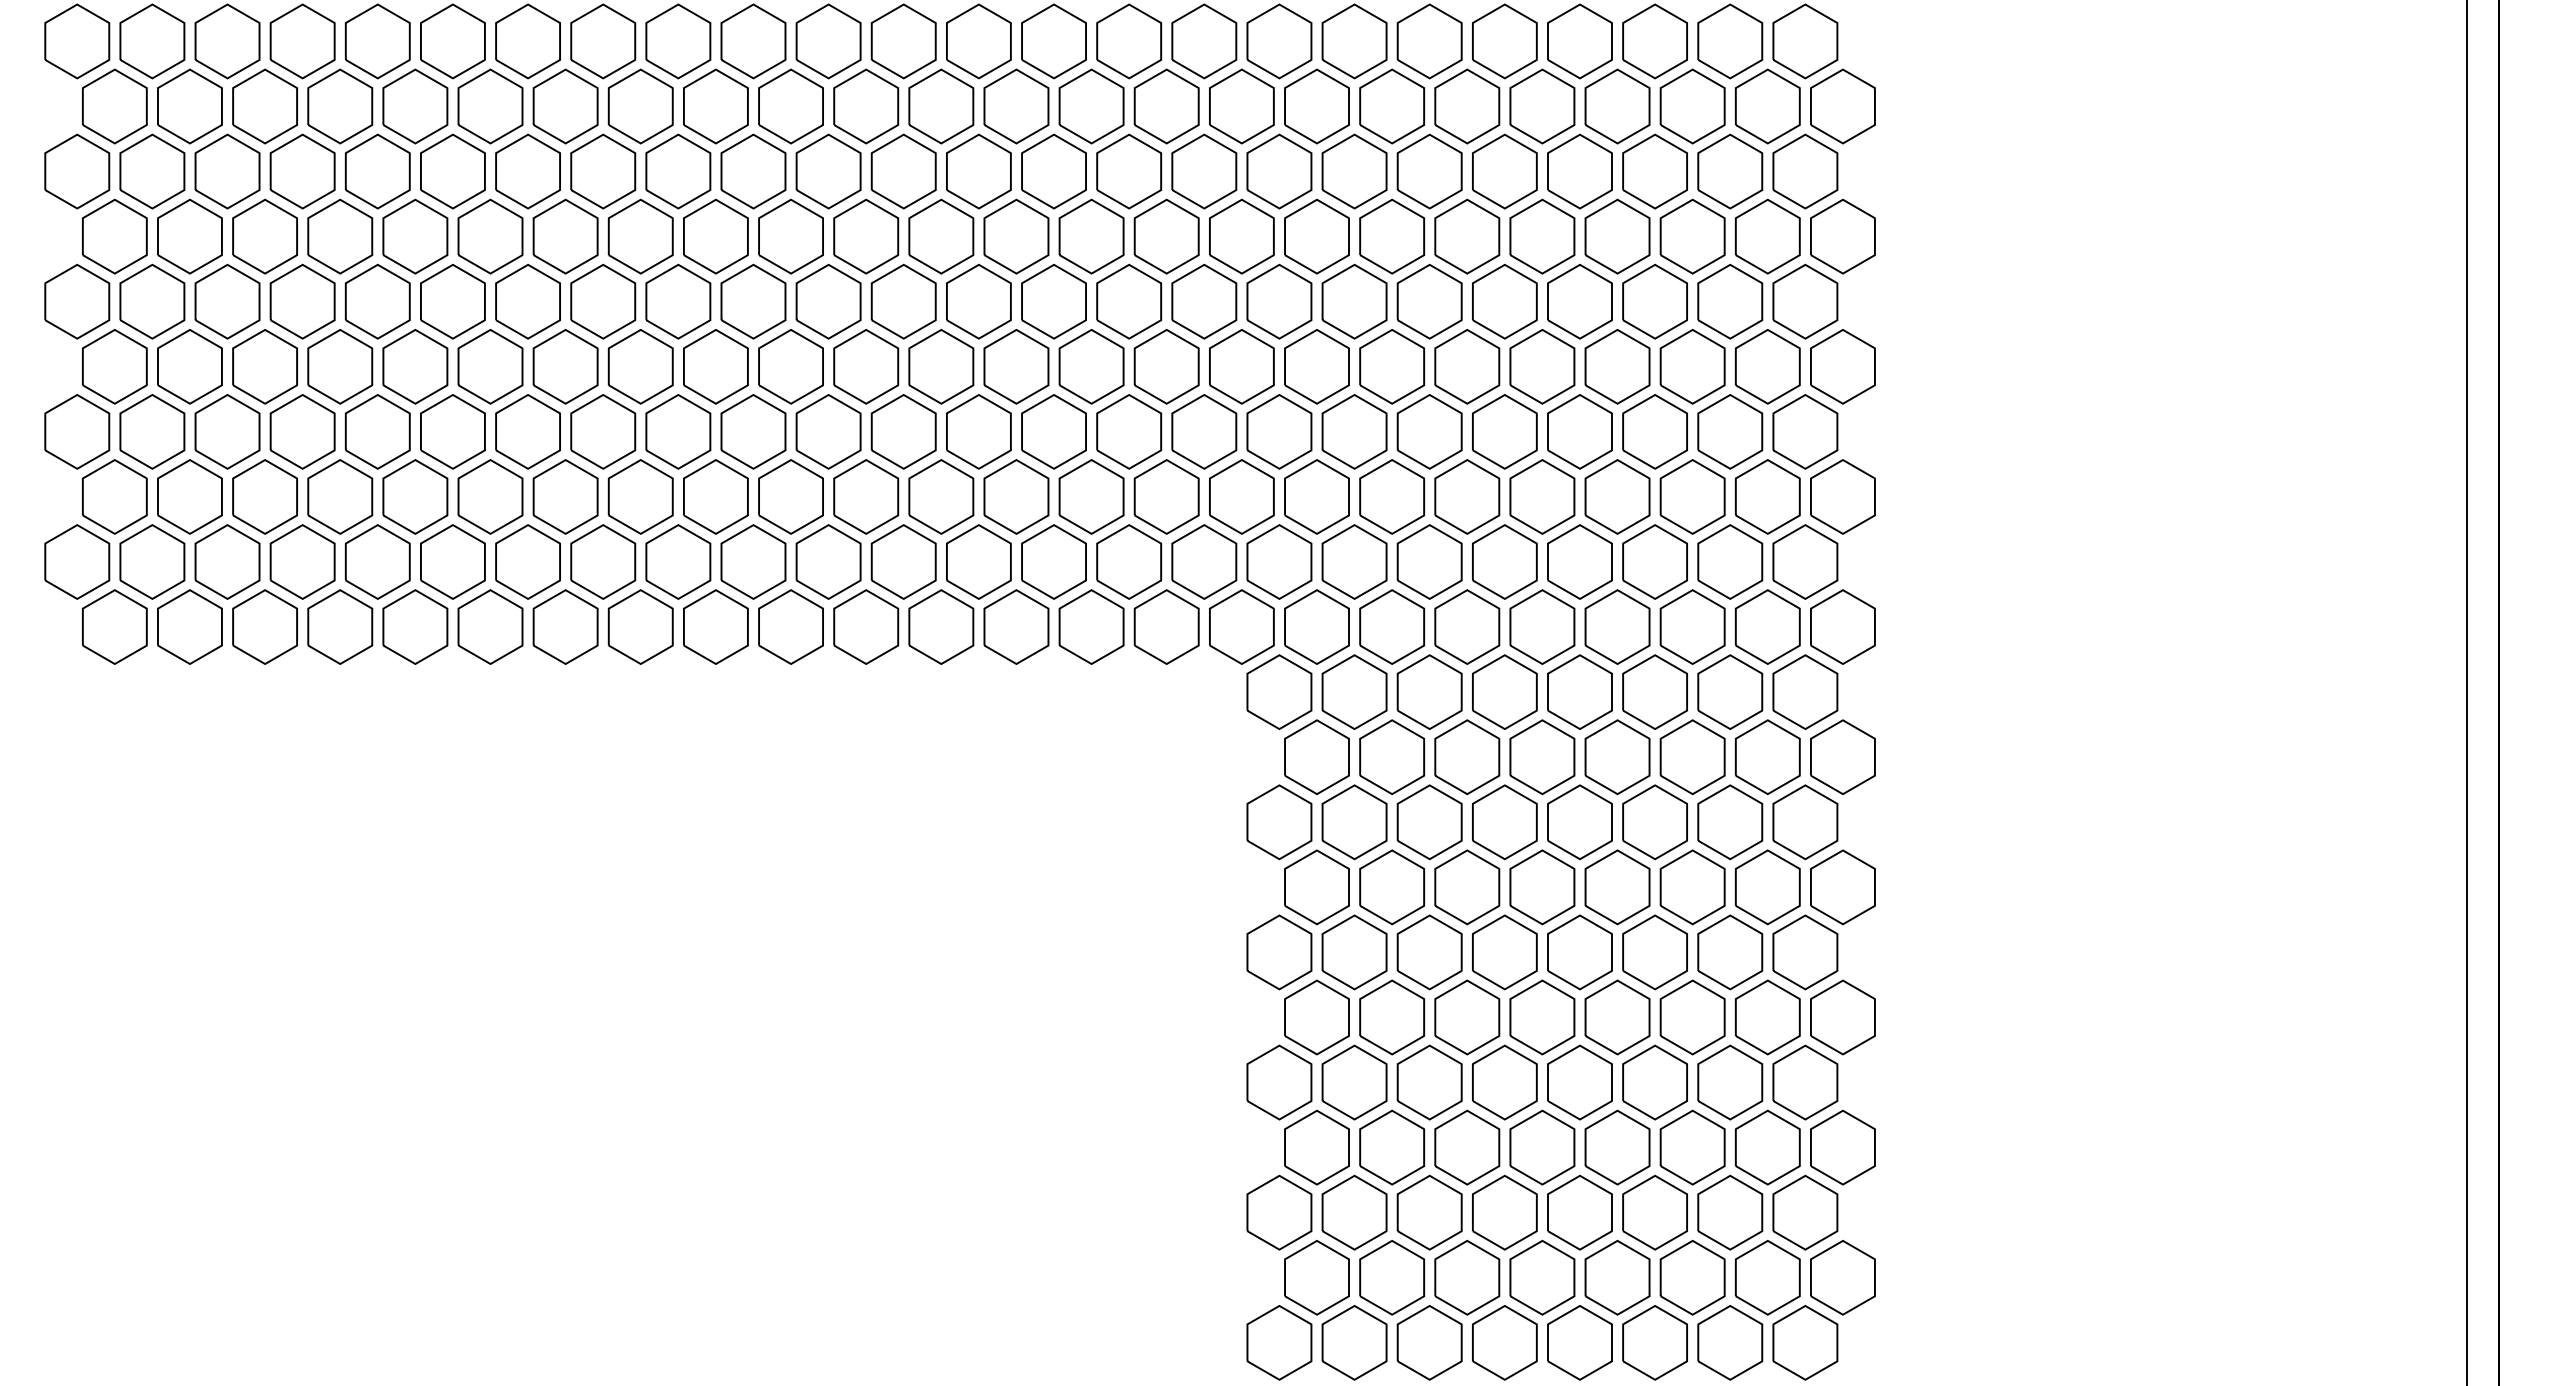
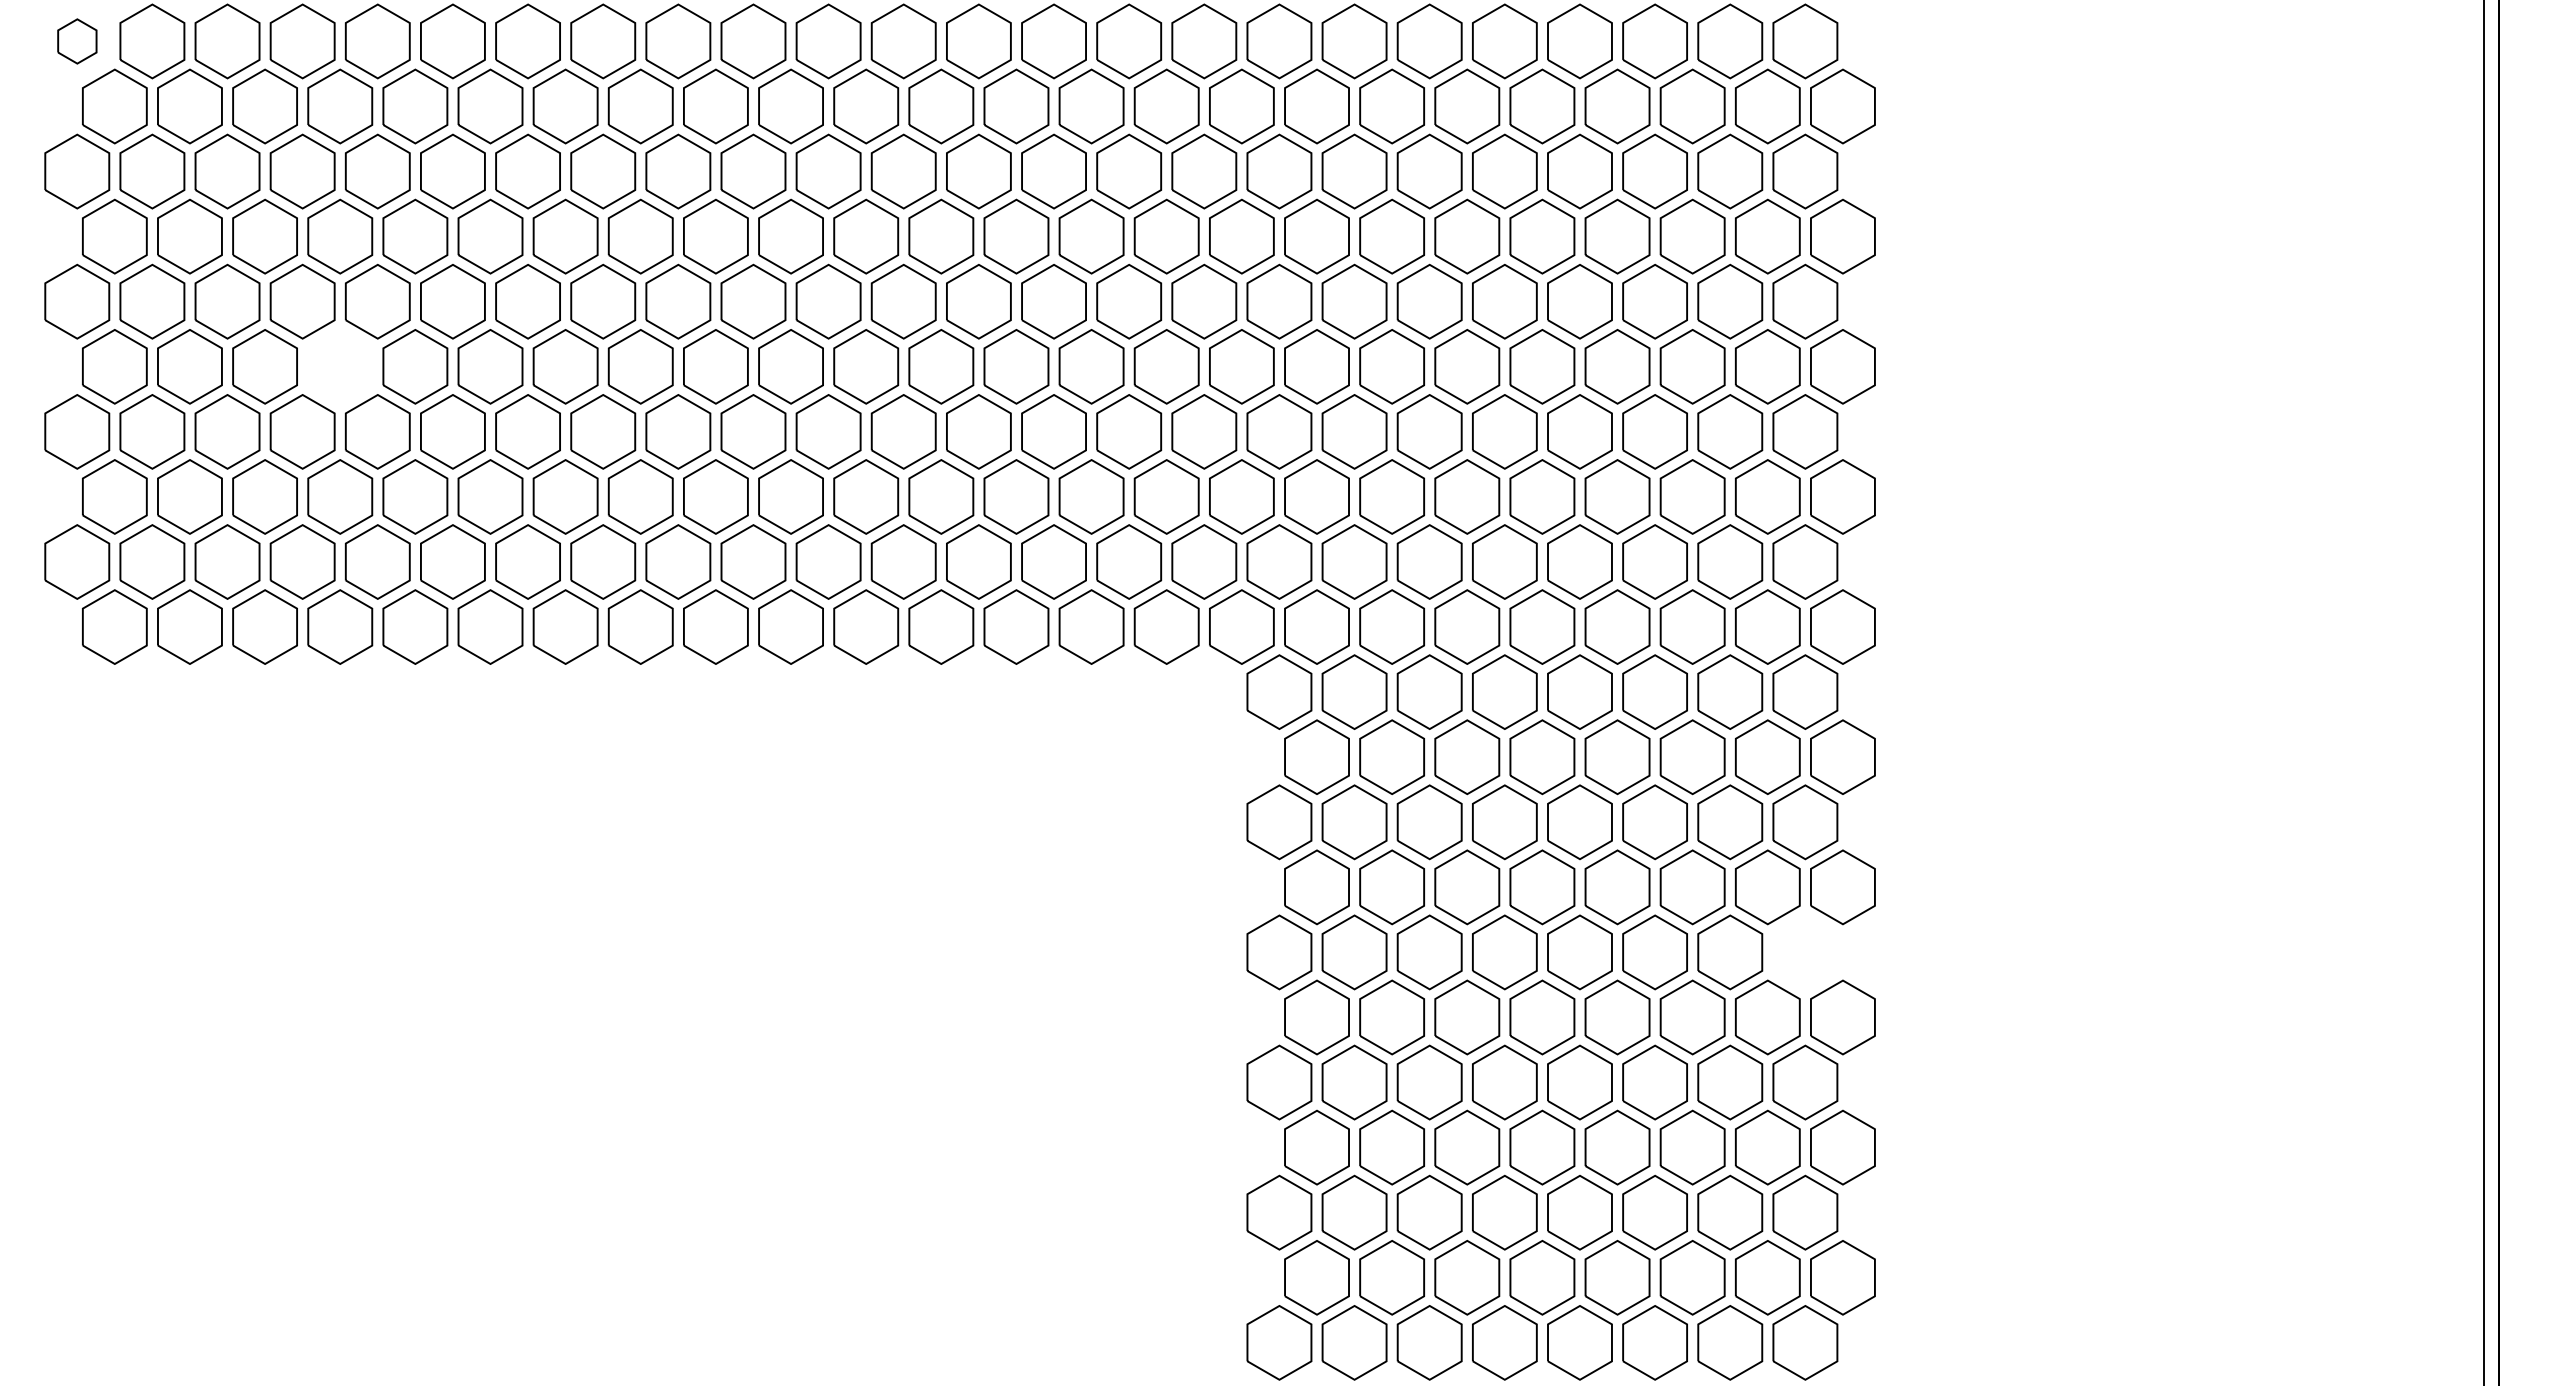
part at (77, 41) size: 67x77 px -> 41x47 px
part at (340, 366): present -> none
line at (2467, 692) position: (2467, 692) -> (2484, 692)
part at (1805, 952): present -> none
